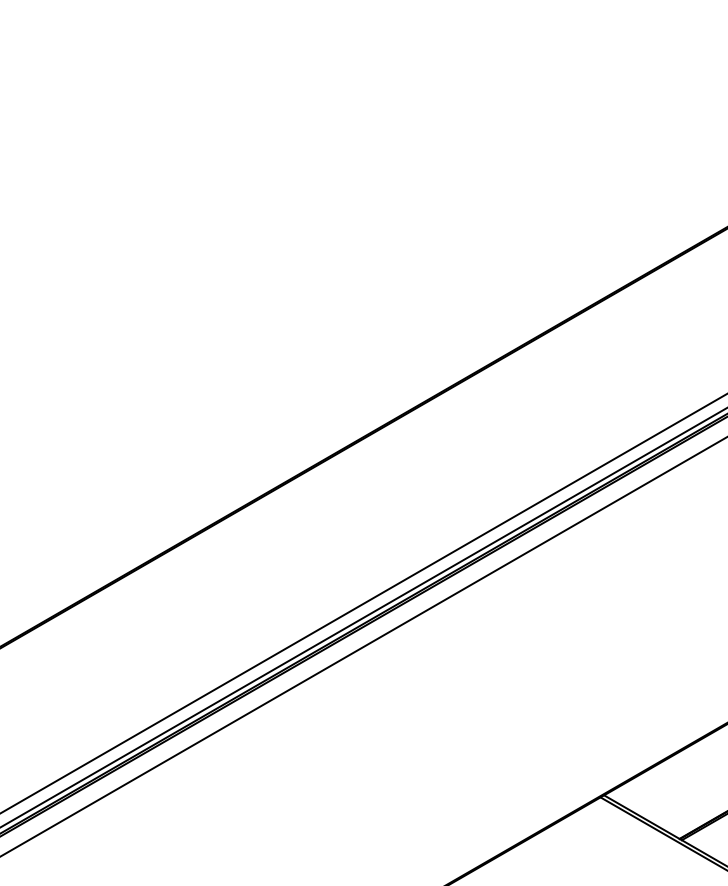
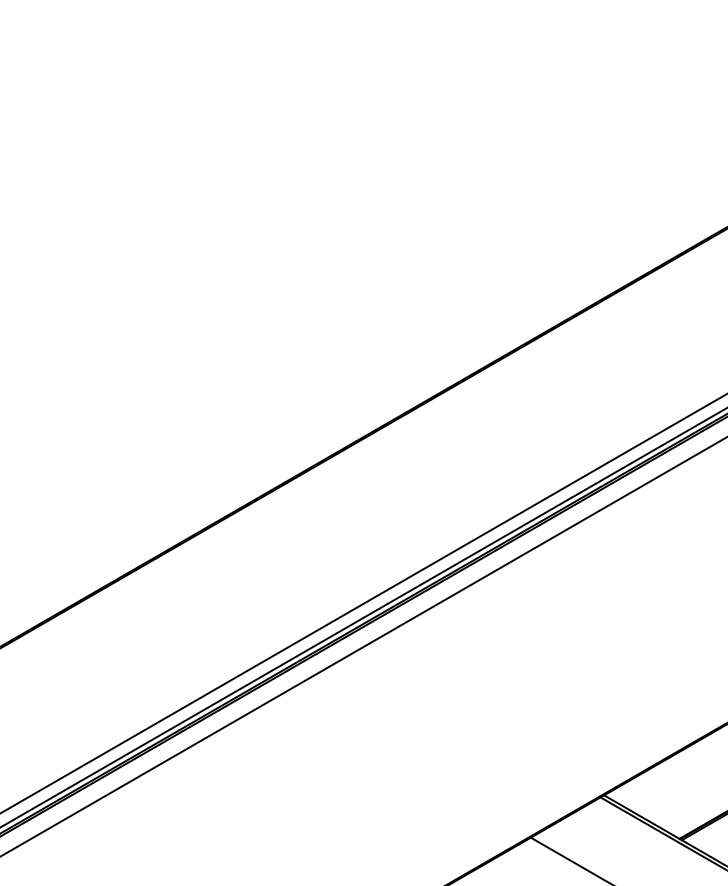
line at (569, 859): none -> present
